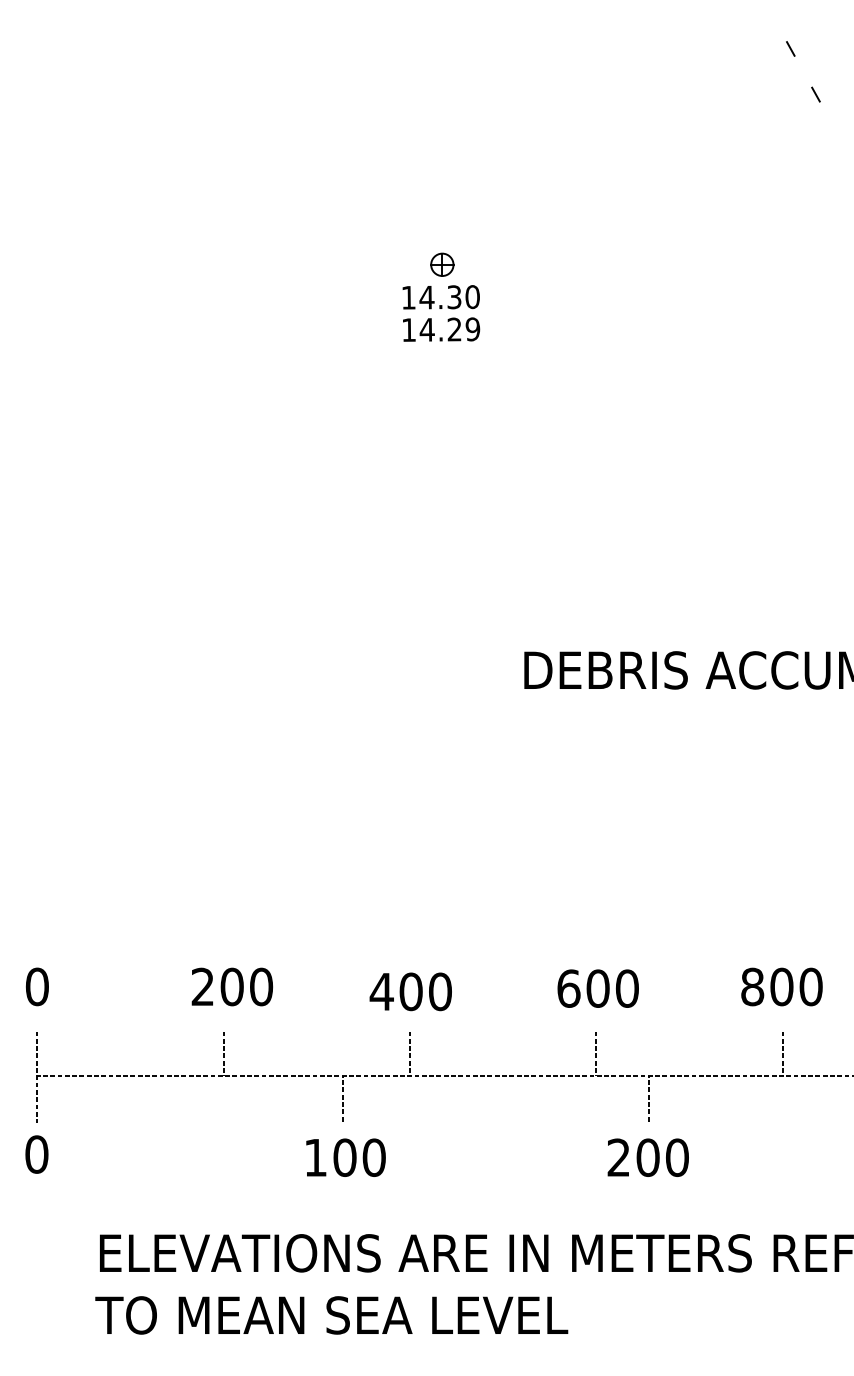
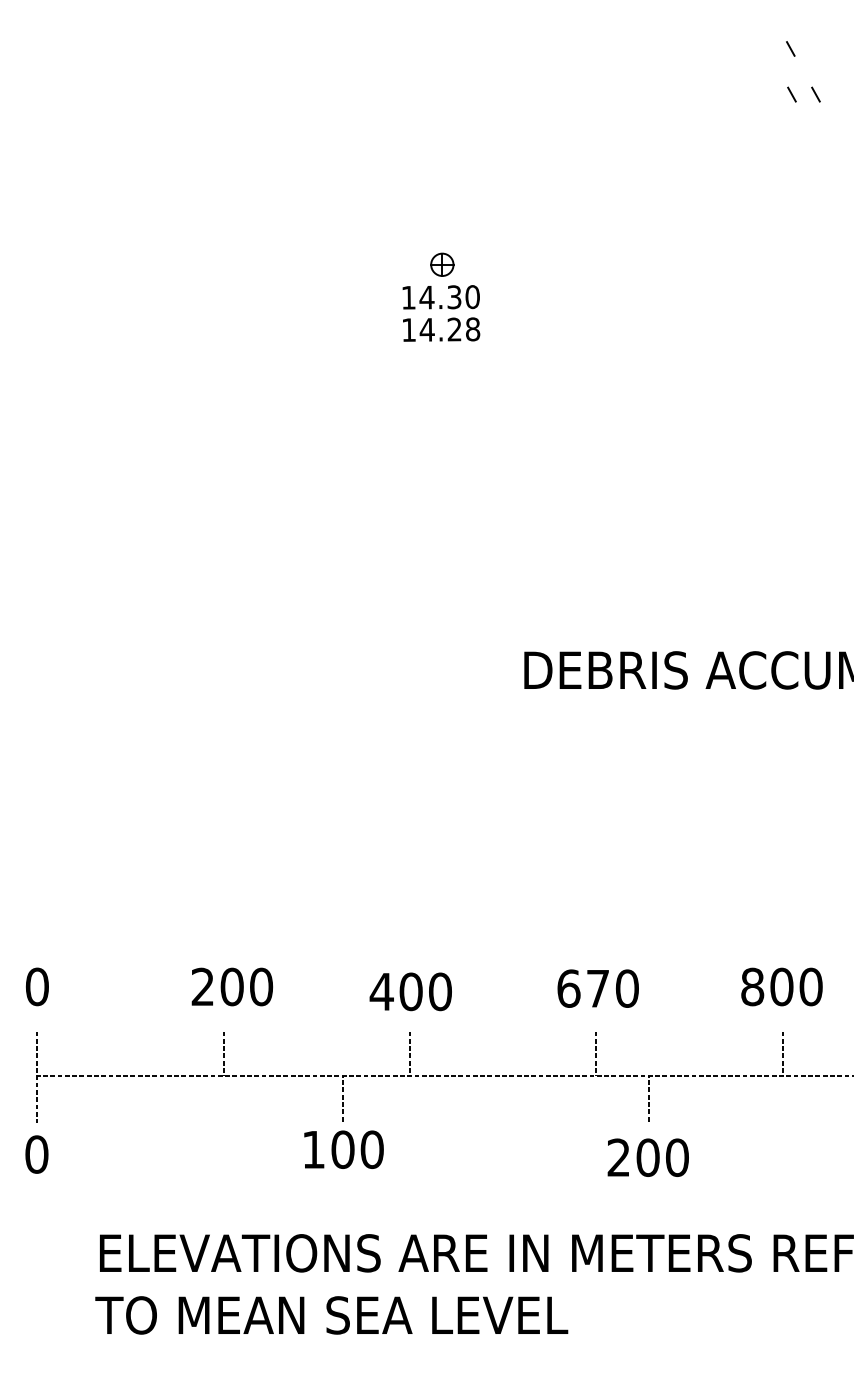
line at (791, 94): none -> present
text at (472, 329): 14.29 -> 14.28
text at (597, 988): 600 -> 670
text at (345, 1157) position: (345, 1157) -> (343, 1149)
